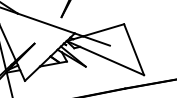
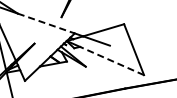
line at (46, 23): solid -> dashed
line at (112, 61): solid -> dashed
